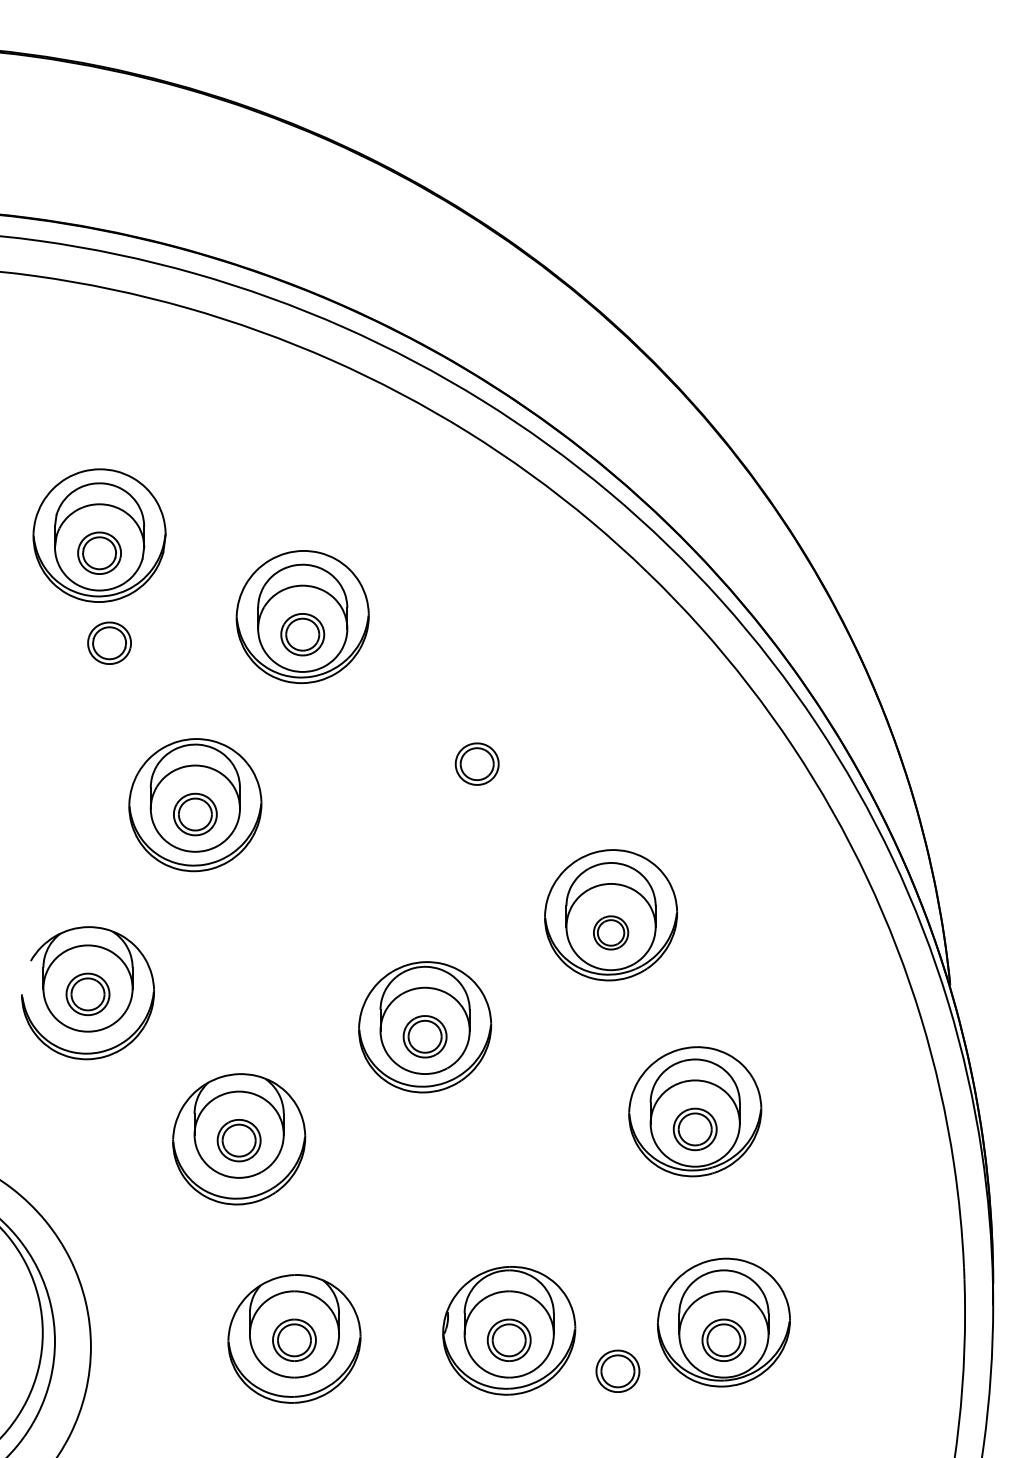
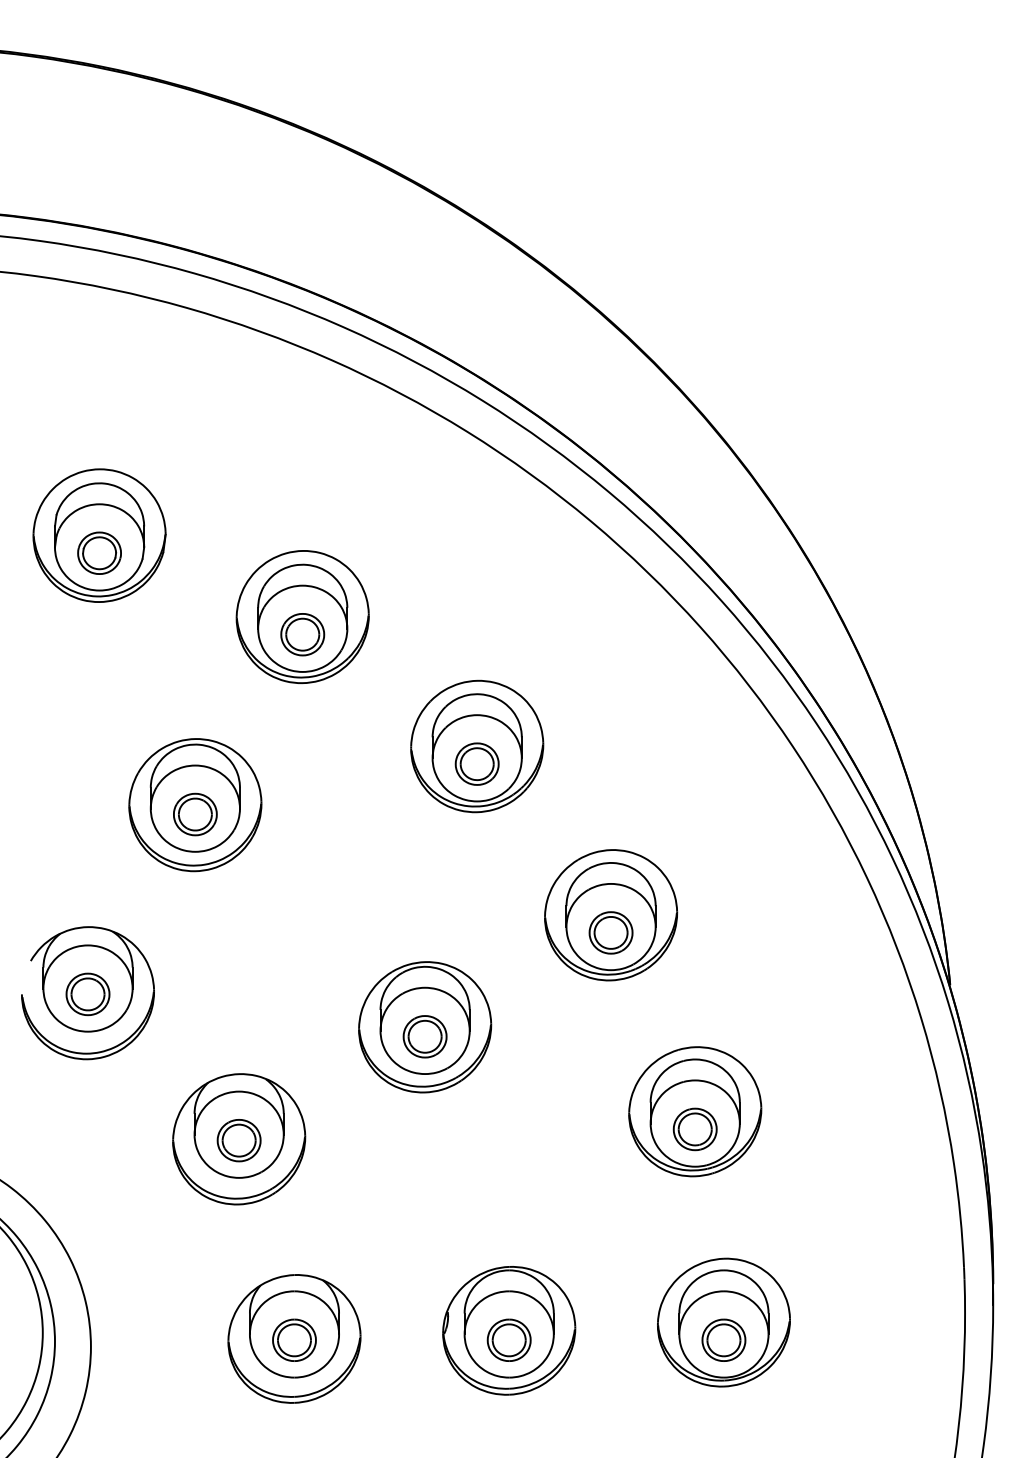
part at (109, 642): present -> none
part at (477, 746): none -> present
part at (611, 932) size: 37x36 px -> 46x44 px
part at (617, 1370): present -> none
